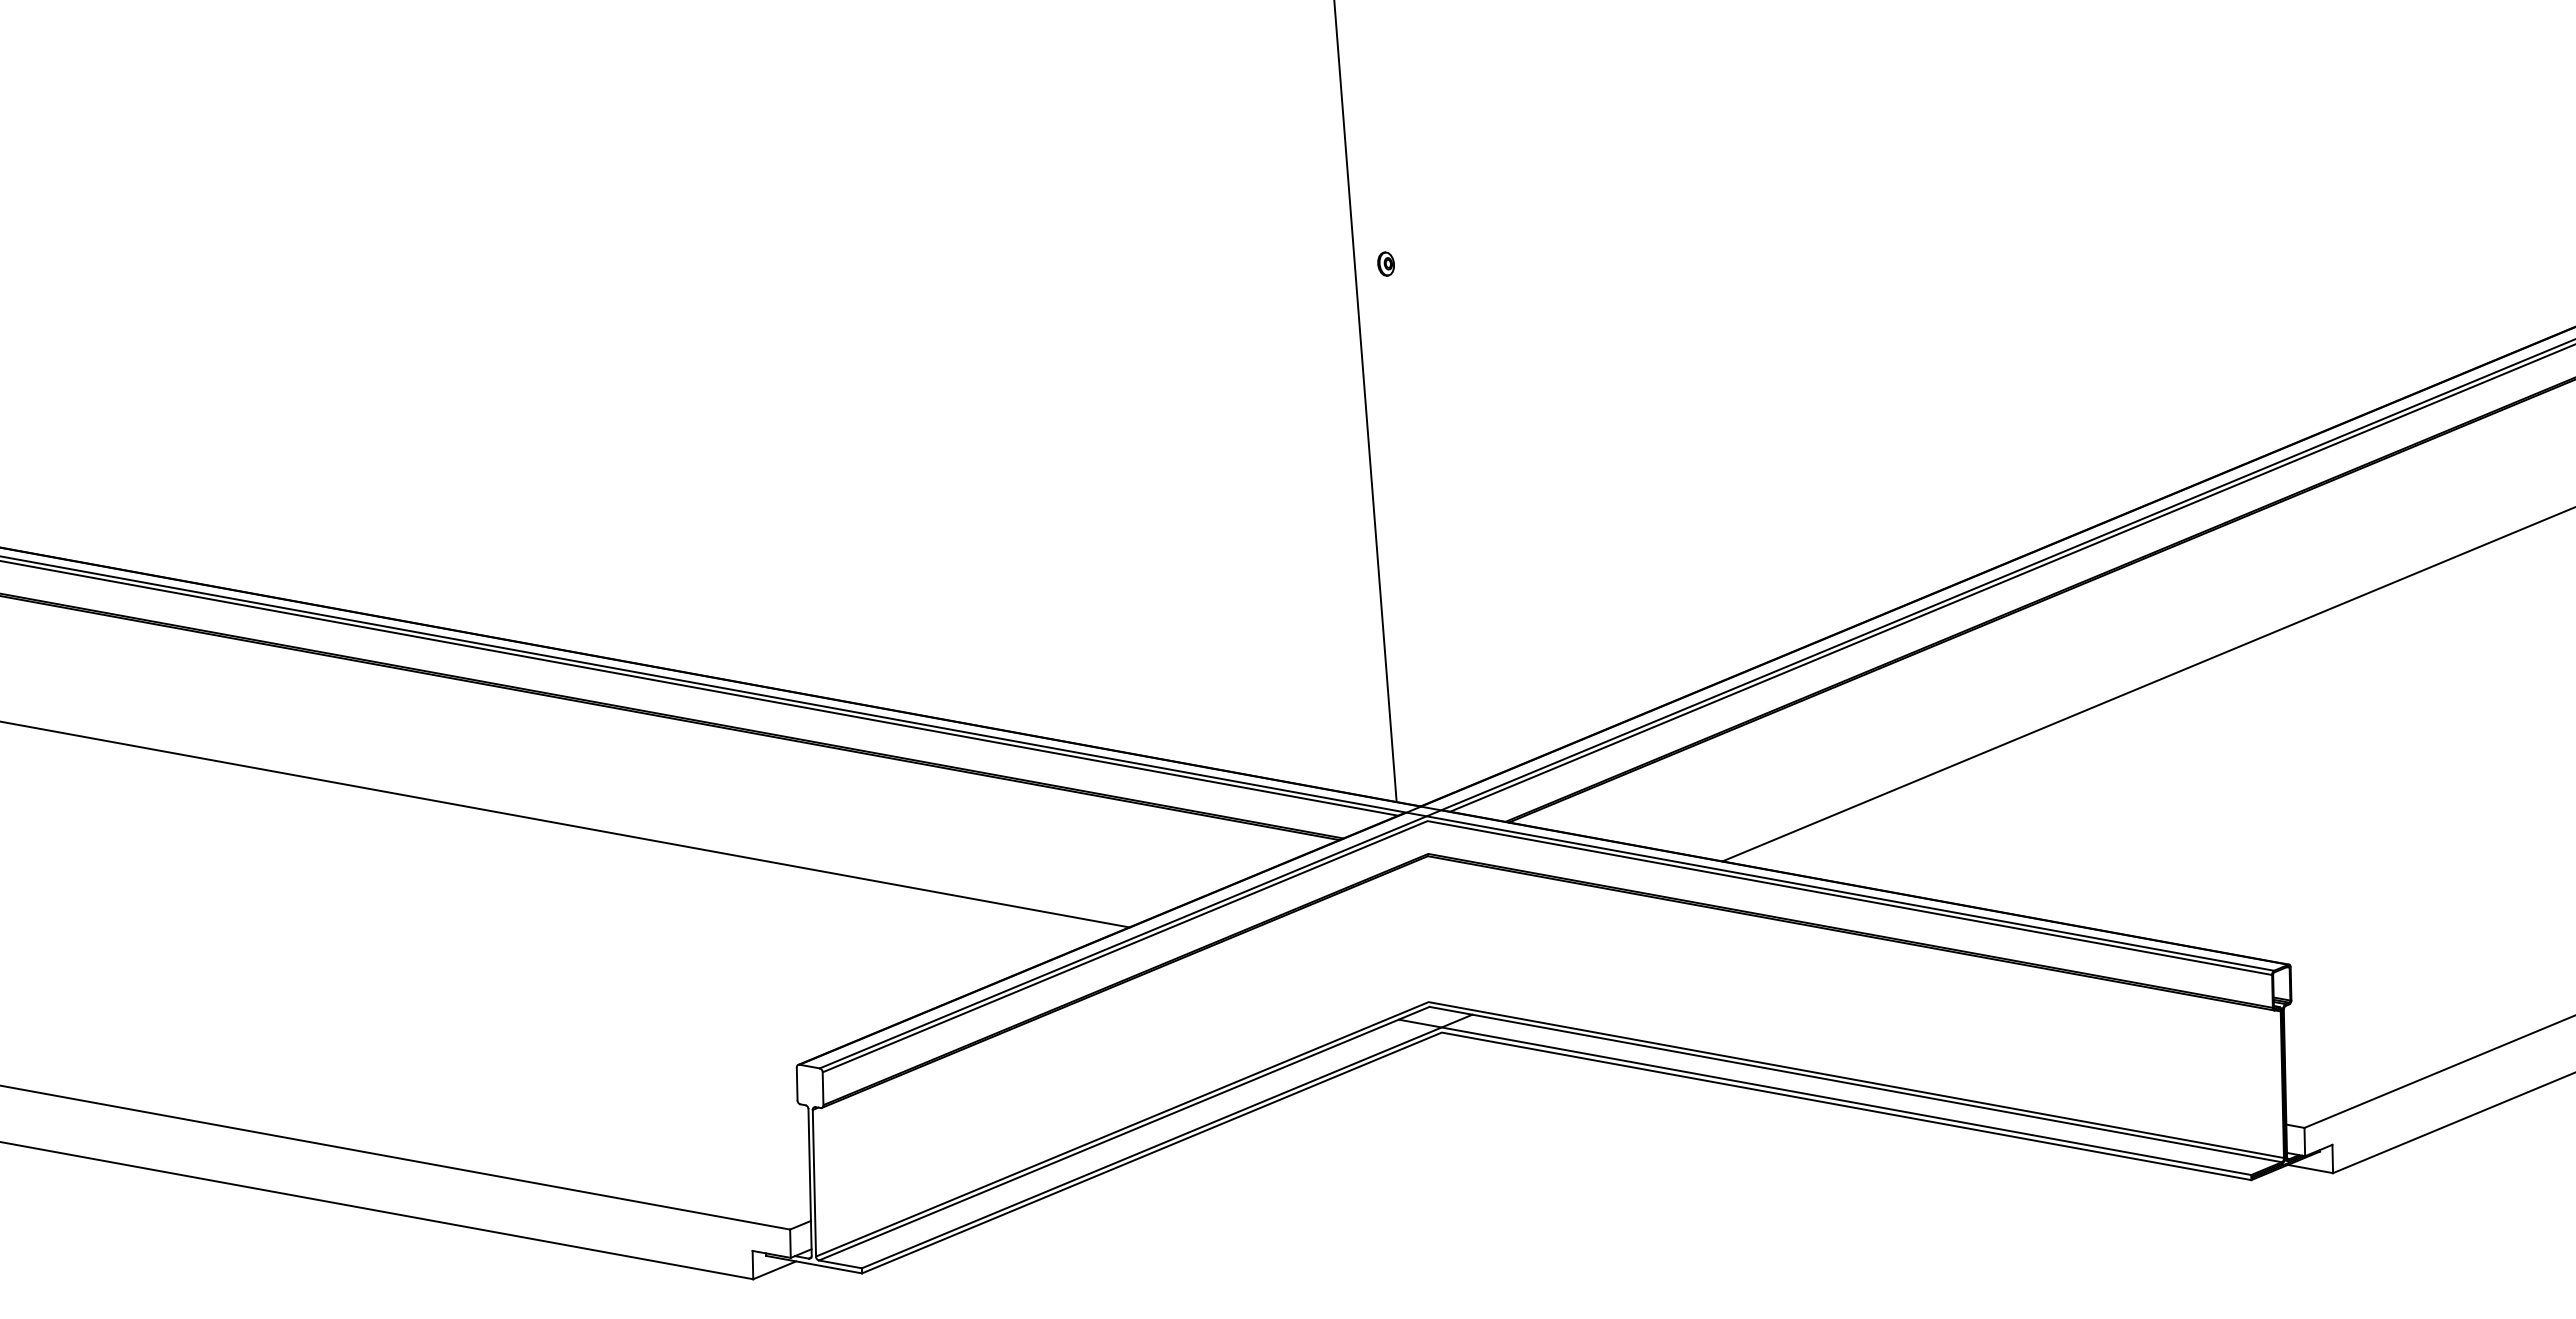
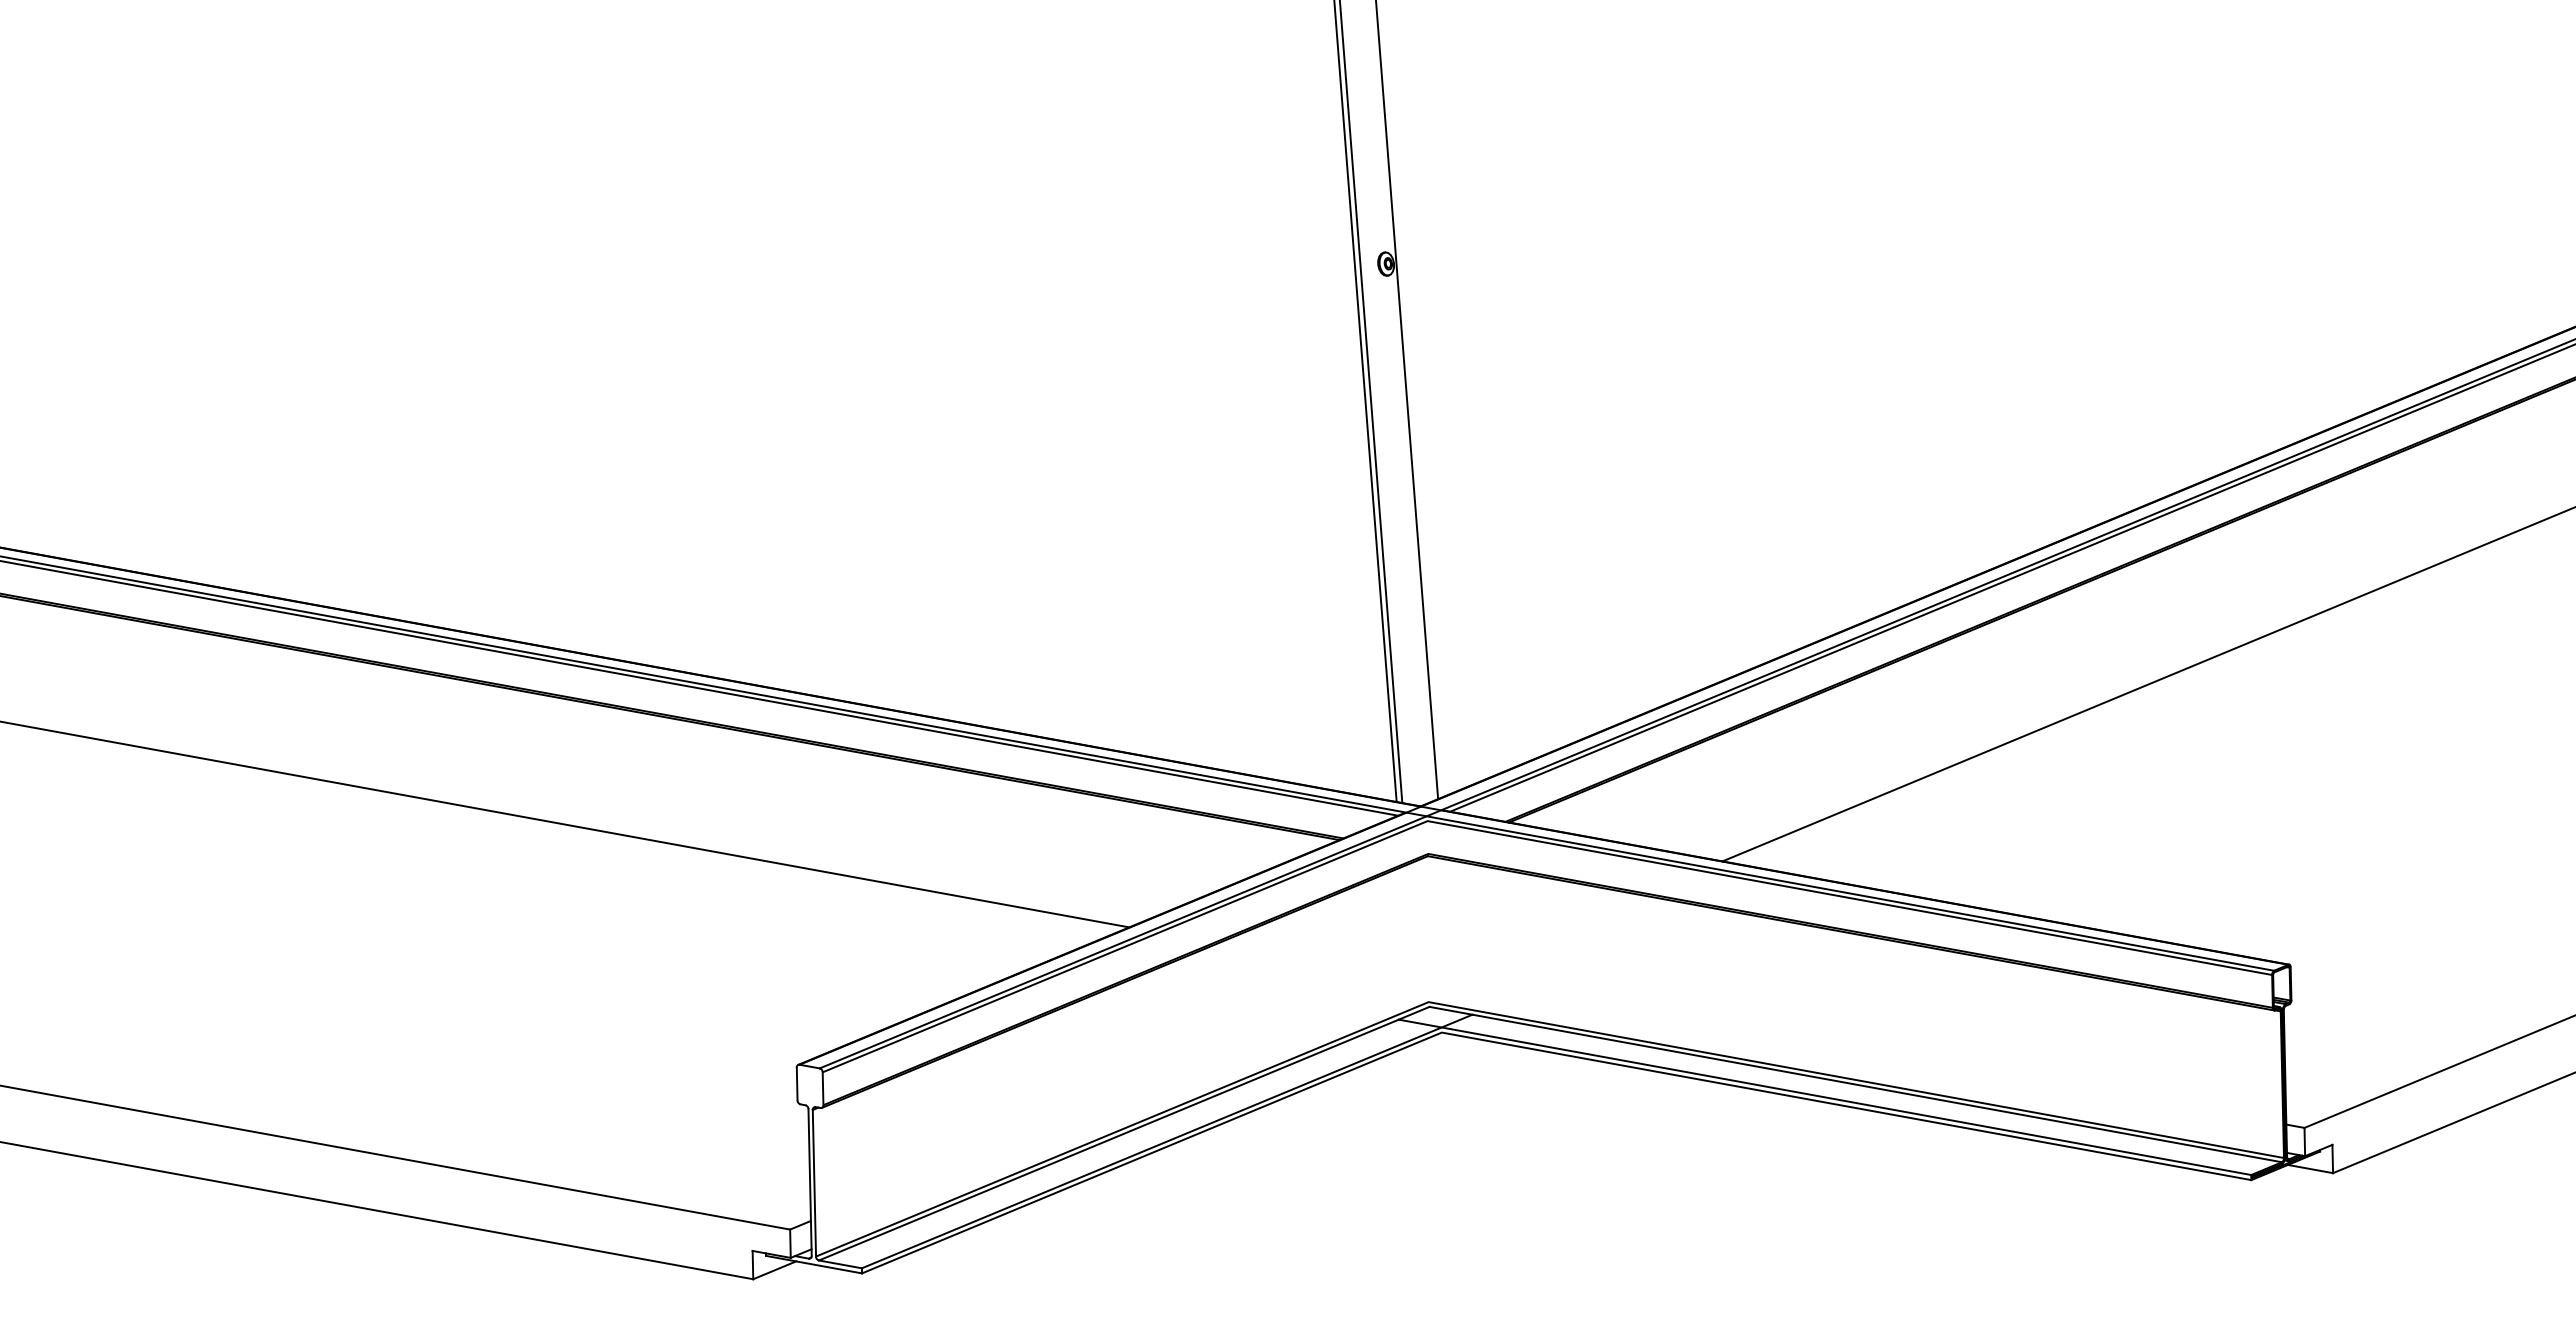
line at (1407, 400): none -> present
line at (1371, 402): none -> present
